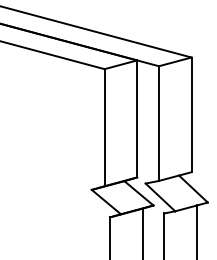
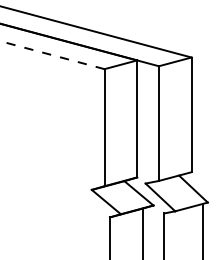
line at (52, 55): solid -> dashed
line at (196, 230) position: (196, 230) -> (202, 230)
